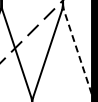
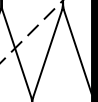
line at (77, 51): dashed -> solid
